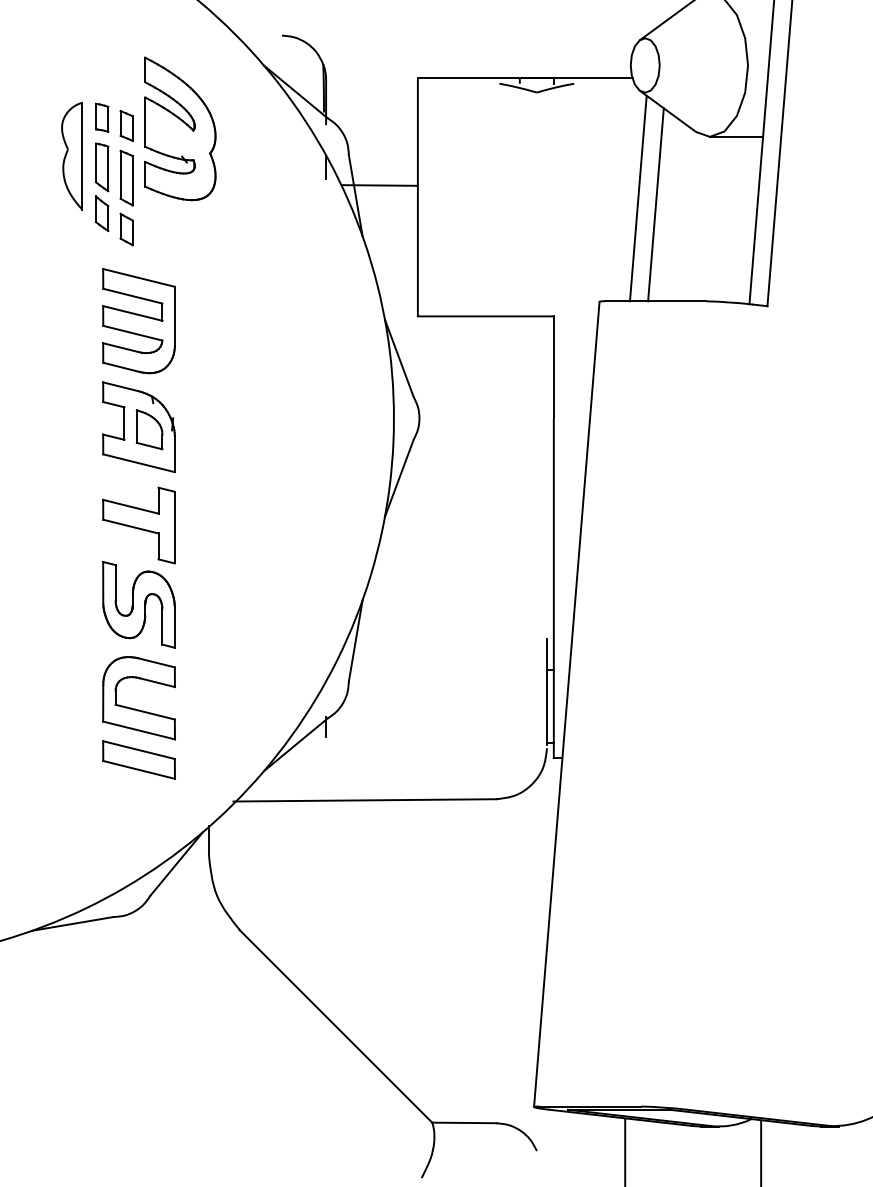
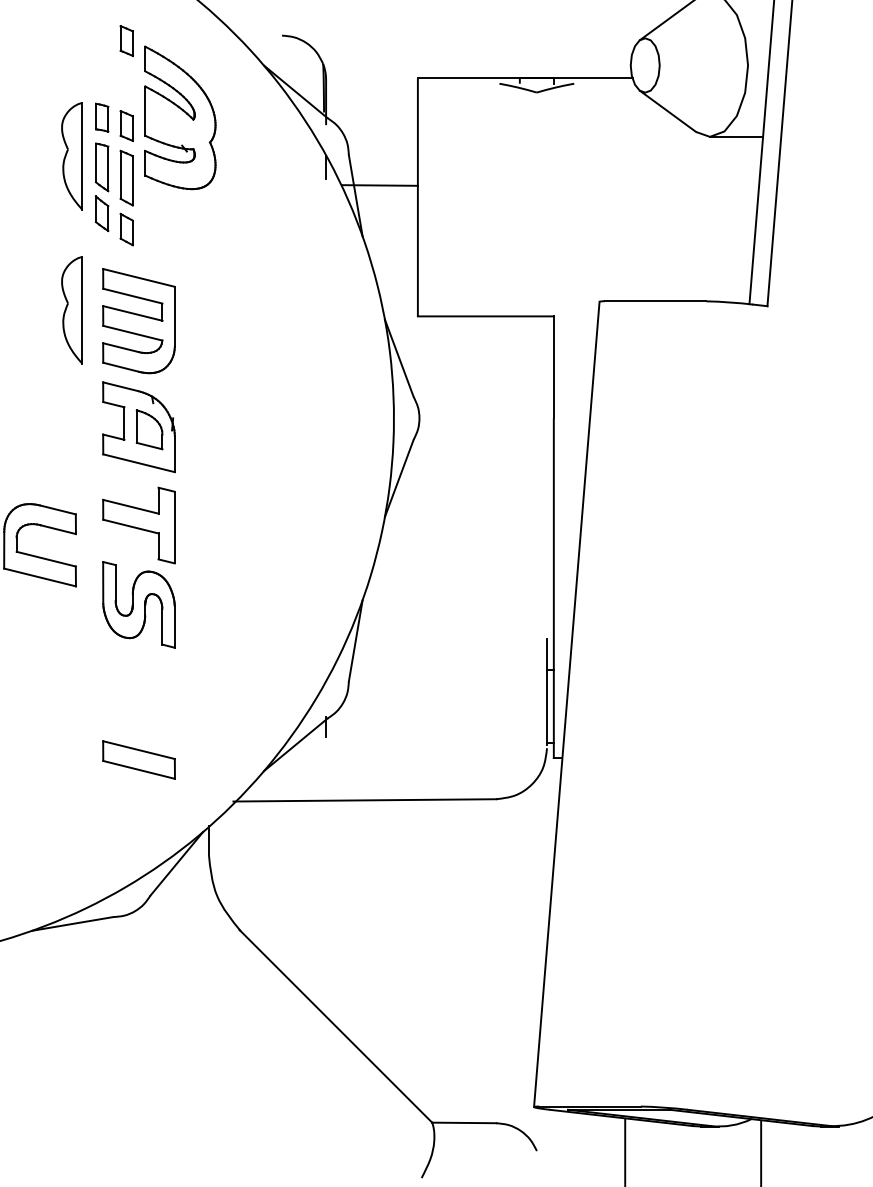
part at (126, 40): none -> present
part at (180, 128) position: (180, 128) -> (180, 117)
line at (637, 198): present -> none
line at (655, 204): present -> none
part at (71, 310): none -> present
part at (135, 708) position: (135, 708) -> (36, 555)
